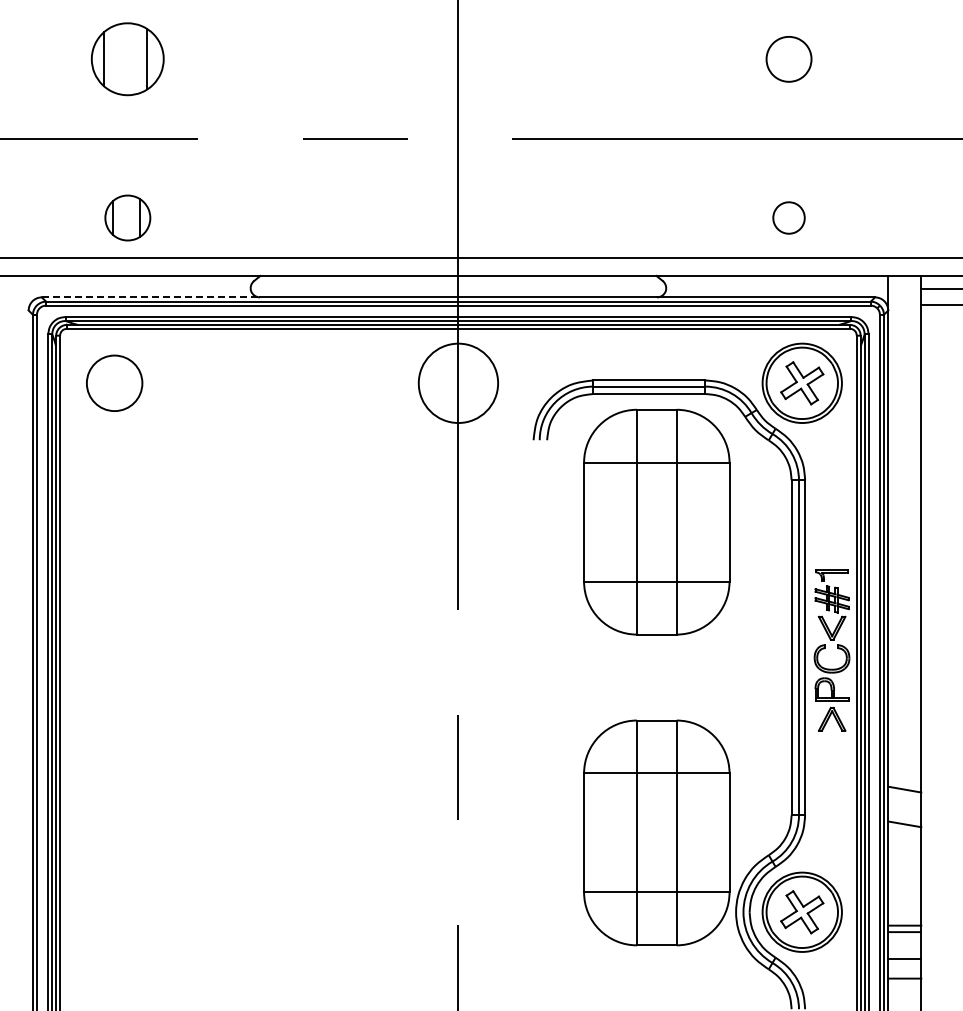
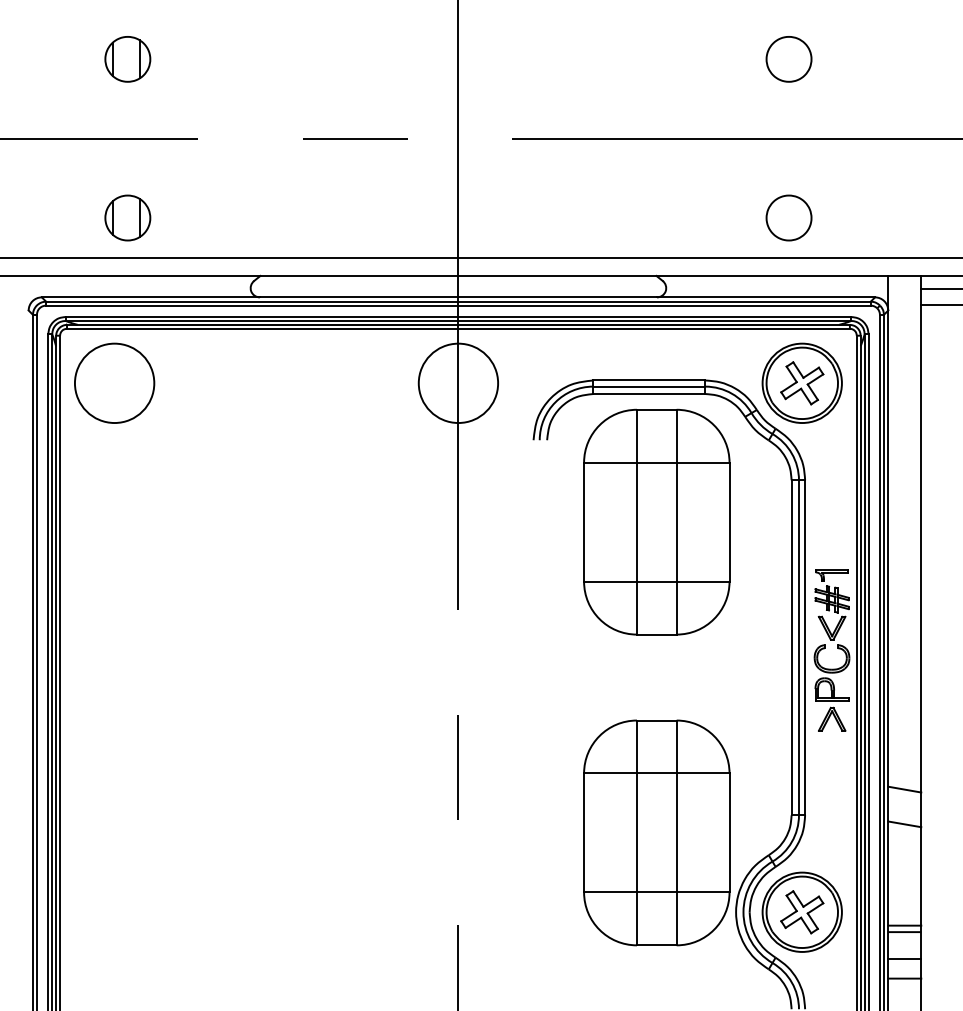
part at (127, 59) size: 75x75 px -> 48x47 px
part at (788, 217) size: 34x34 px -> 48x48 px
line at (151, 297): dashed -> solid
circle at (114, 383) diameter: 56 px -> 79 px
